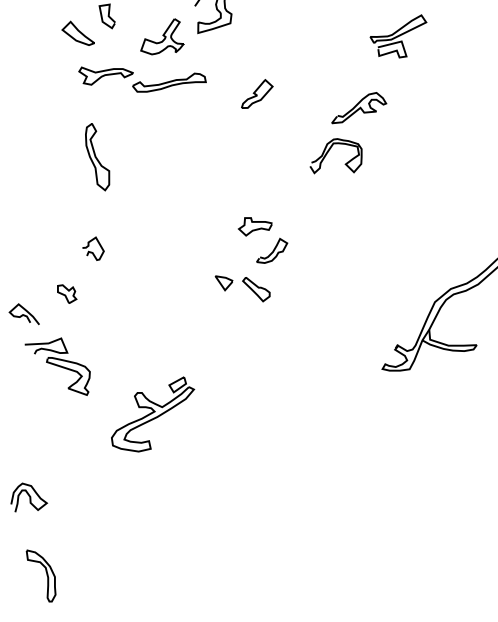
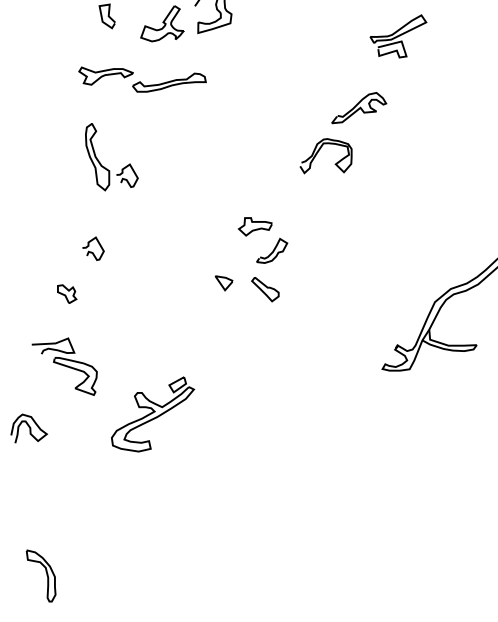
curve at (77, 31): present -> none
part at (162, 36) position: (162, 36) -> (162, 23)
part at (257, 93): present -> none
curve at (329, 151) position: (329, 151) -> (319, 151)
curve at (125, 178): none -> present
part at (256, 289) position: (256, 289) -> (265, 289)
curve at (23, 314): present -> none
part at (57, 366) position: (57, 366) -> (64, 366)
curve at (29, 497) position: (29, 497) -> (29, 428)
